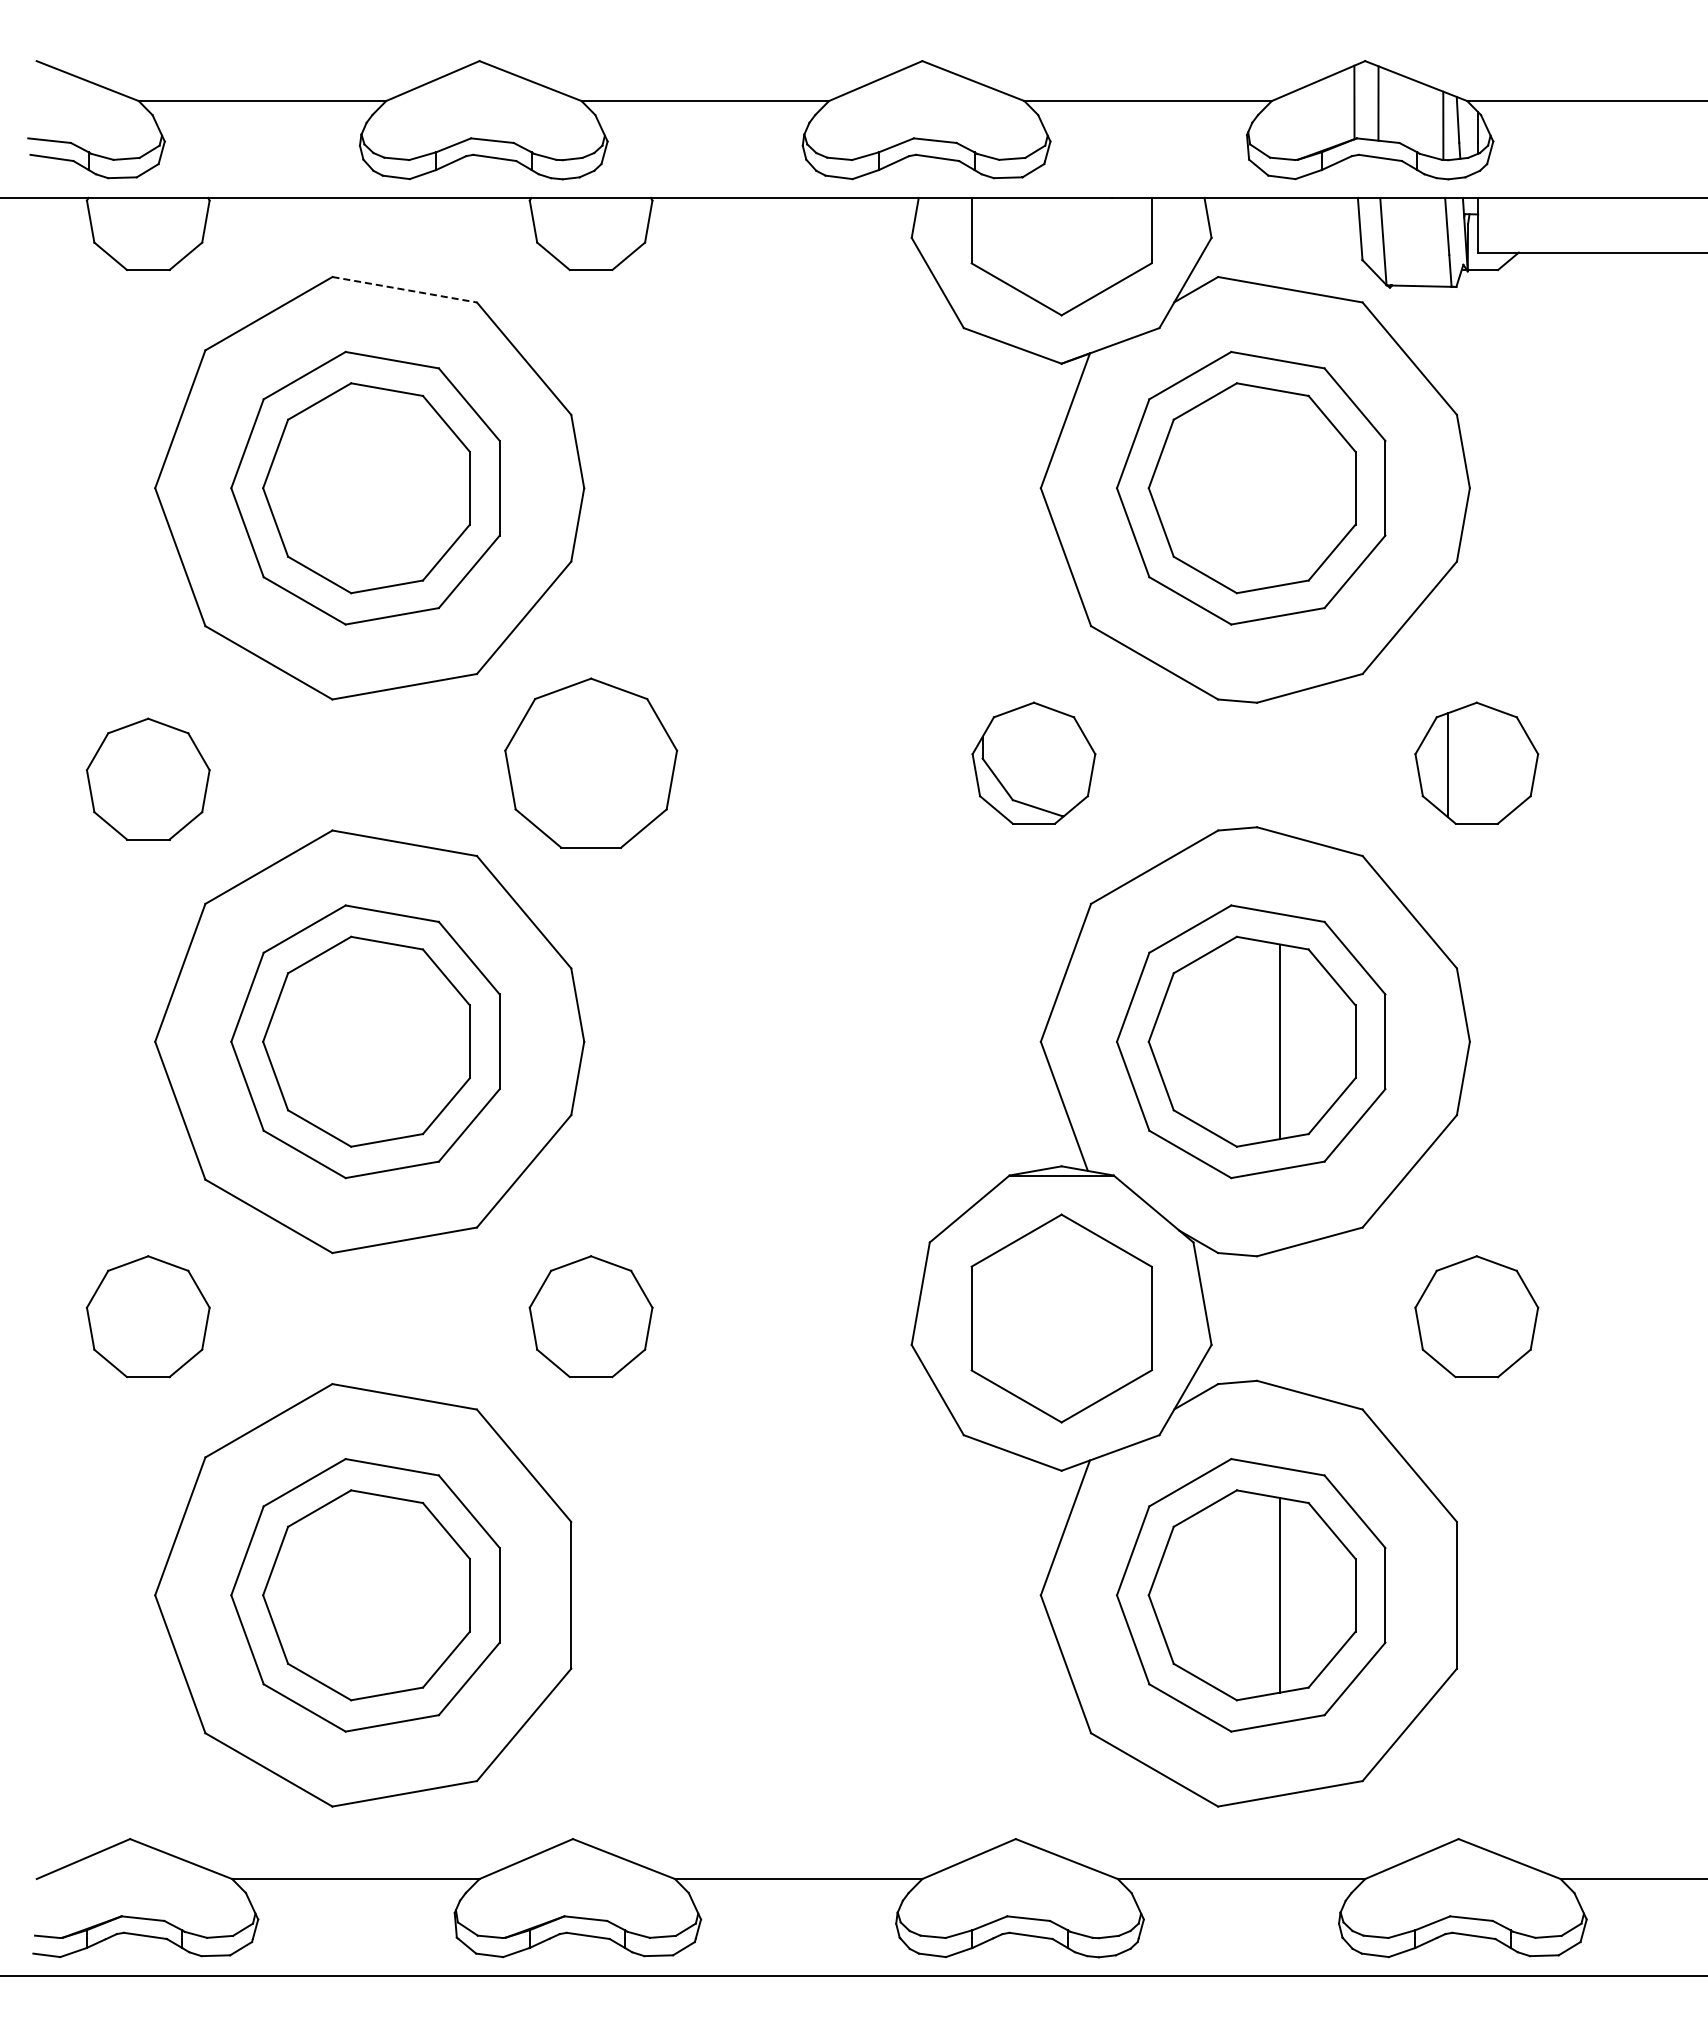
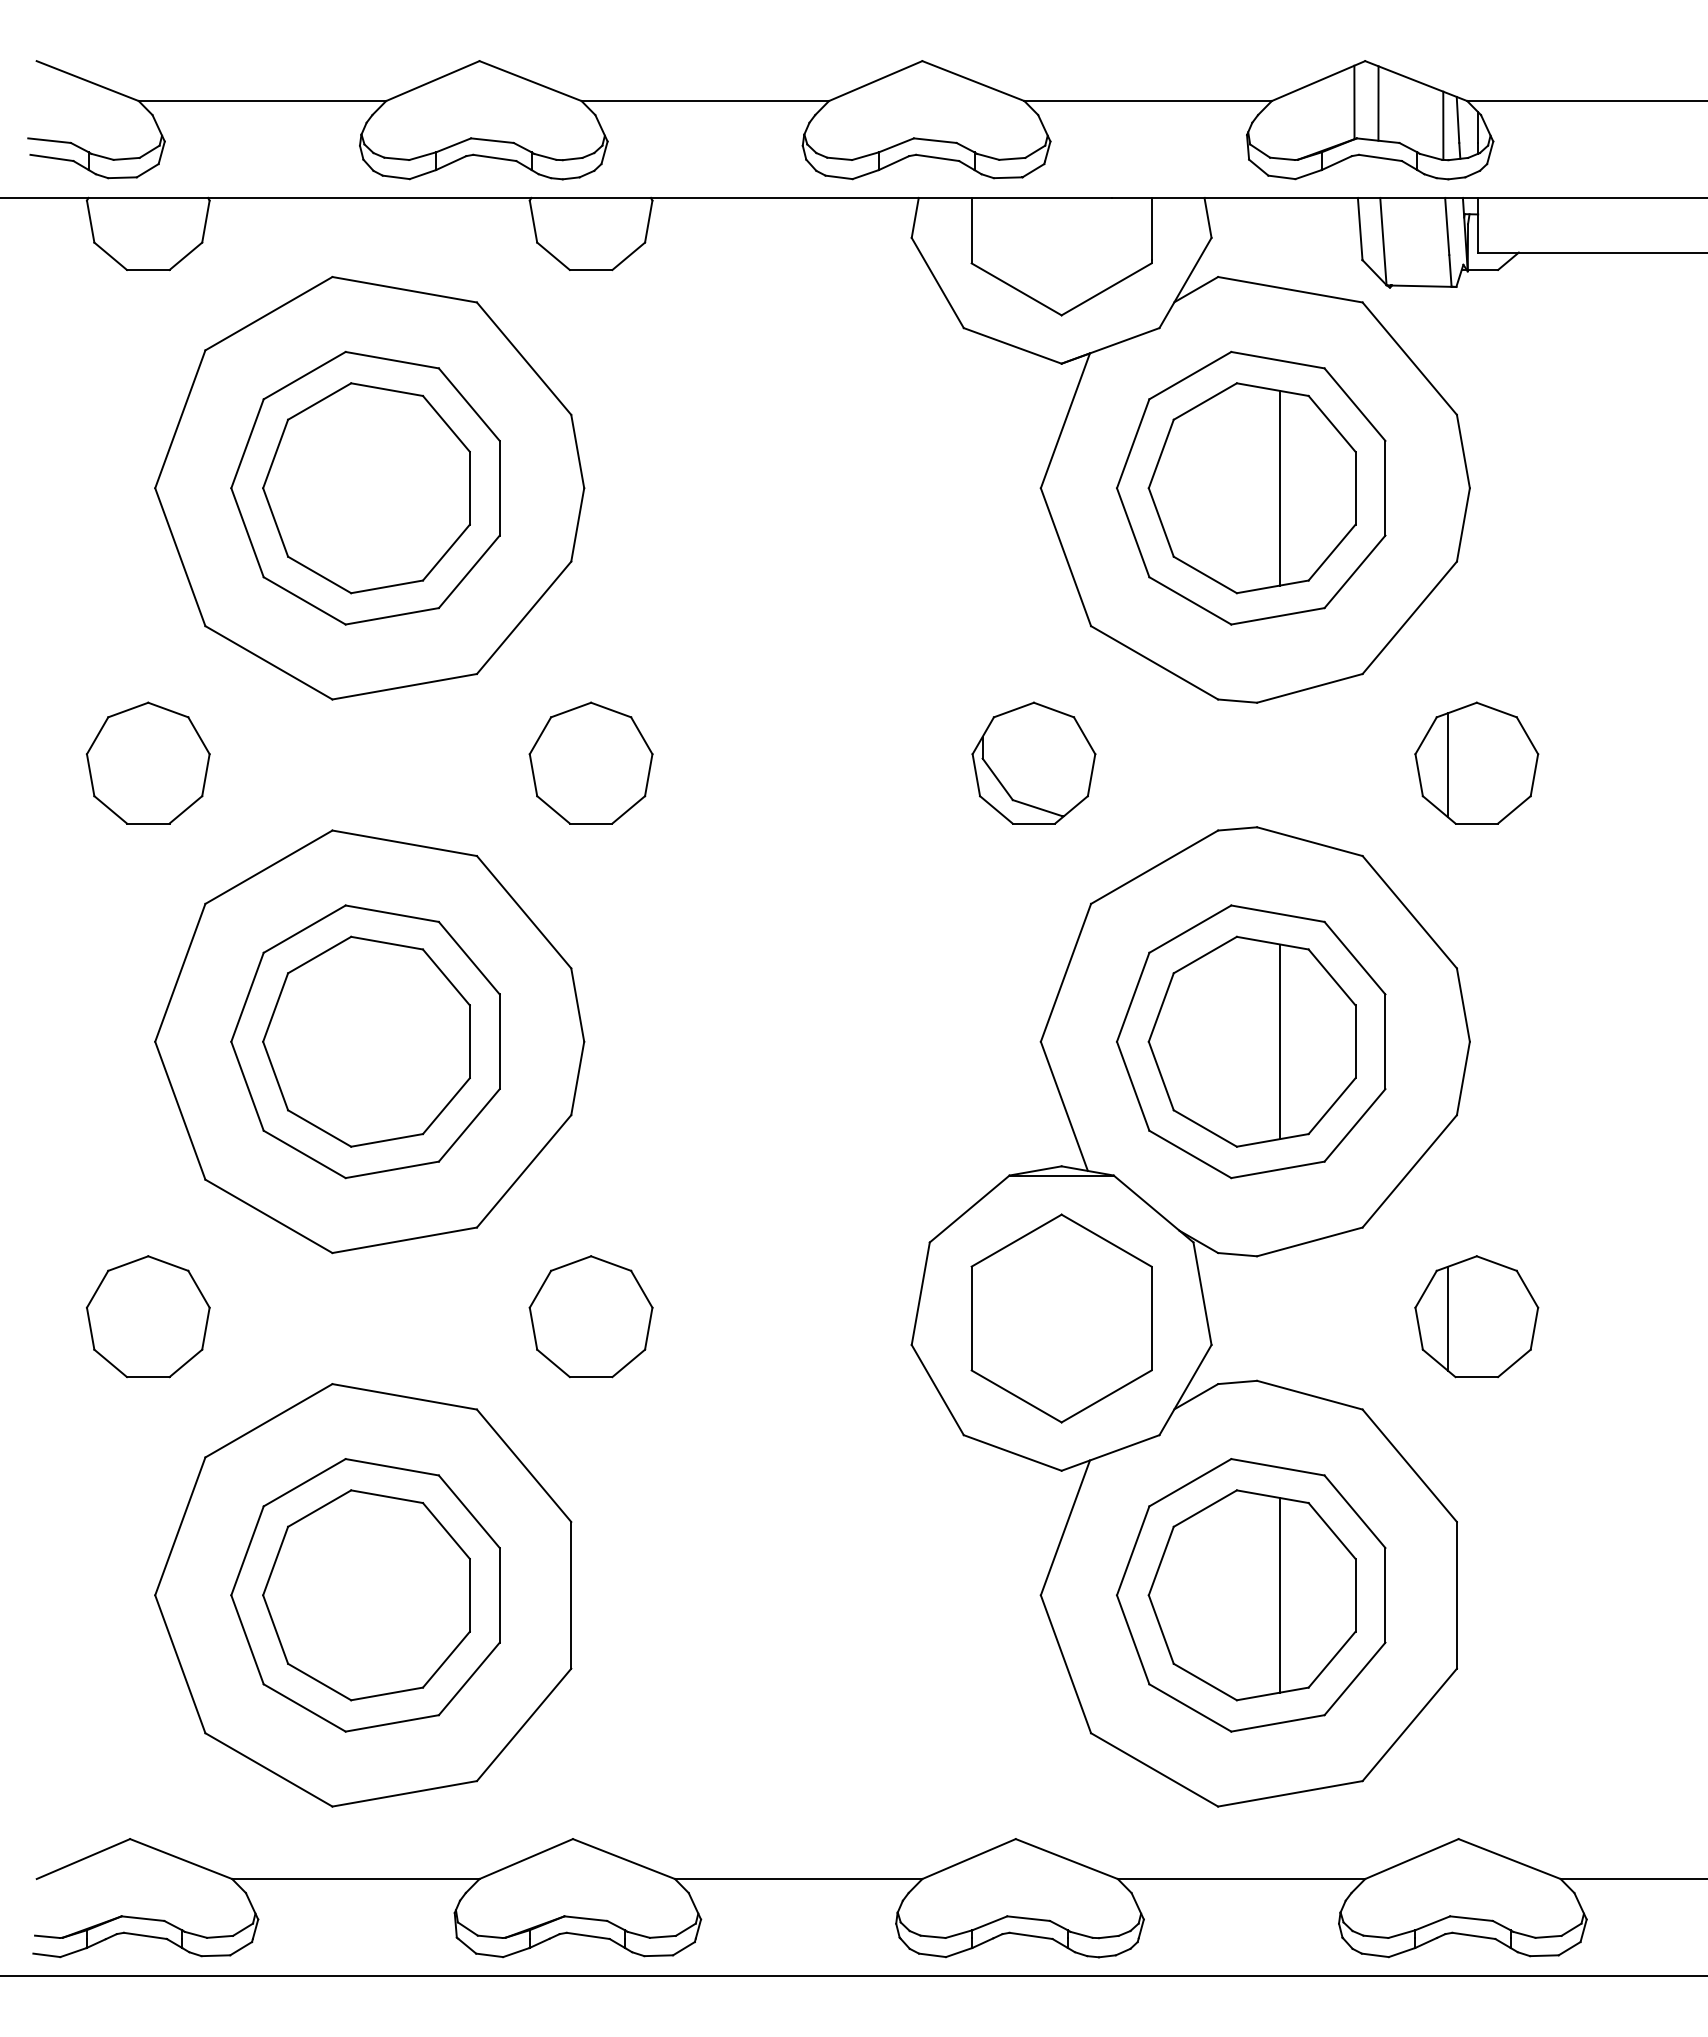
line at (405, 289): dashed -> solid
line at (1280, 487): none -> present
part at (591, 762) size: 175x172 px -> 126x124 px
part at (147, 778) position: (147, 778) -> (147, 762)
line at (1448, 1318): none -> present
